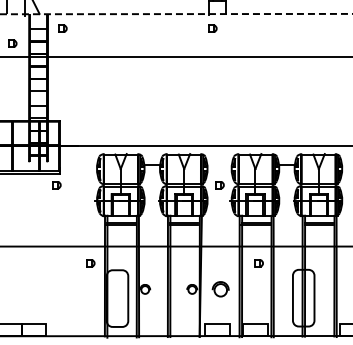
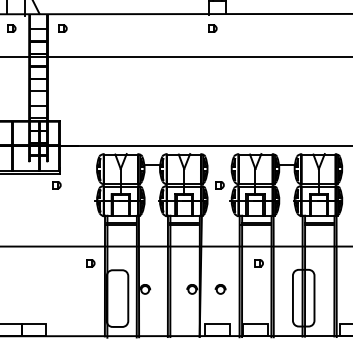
line at (176, 14): dashed -> solid
part at (12, 43) position: (12, 43) -> (11, 28)
part at (220, 289) size: 19x17 px -> 13x11 px
